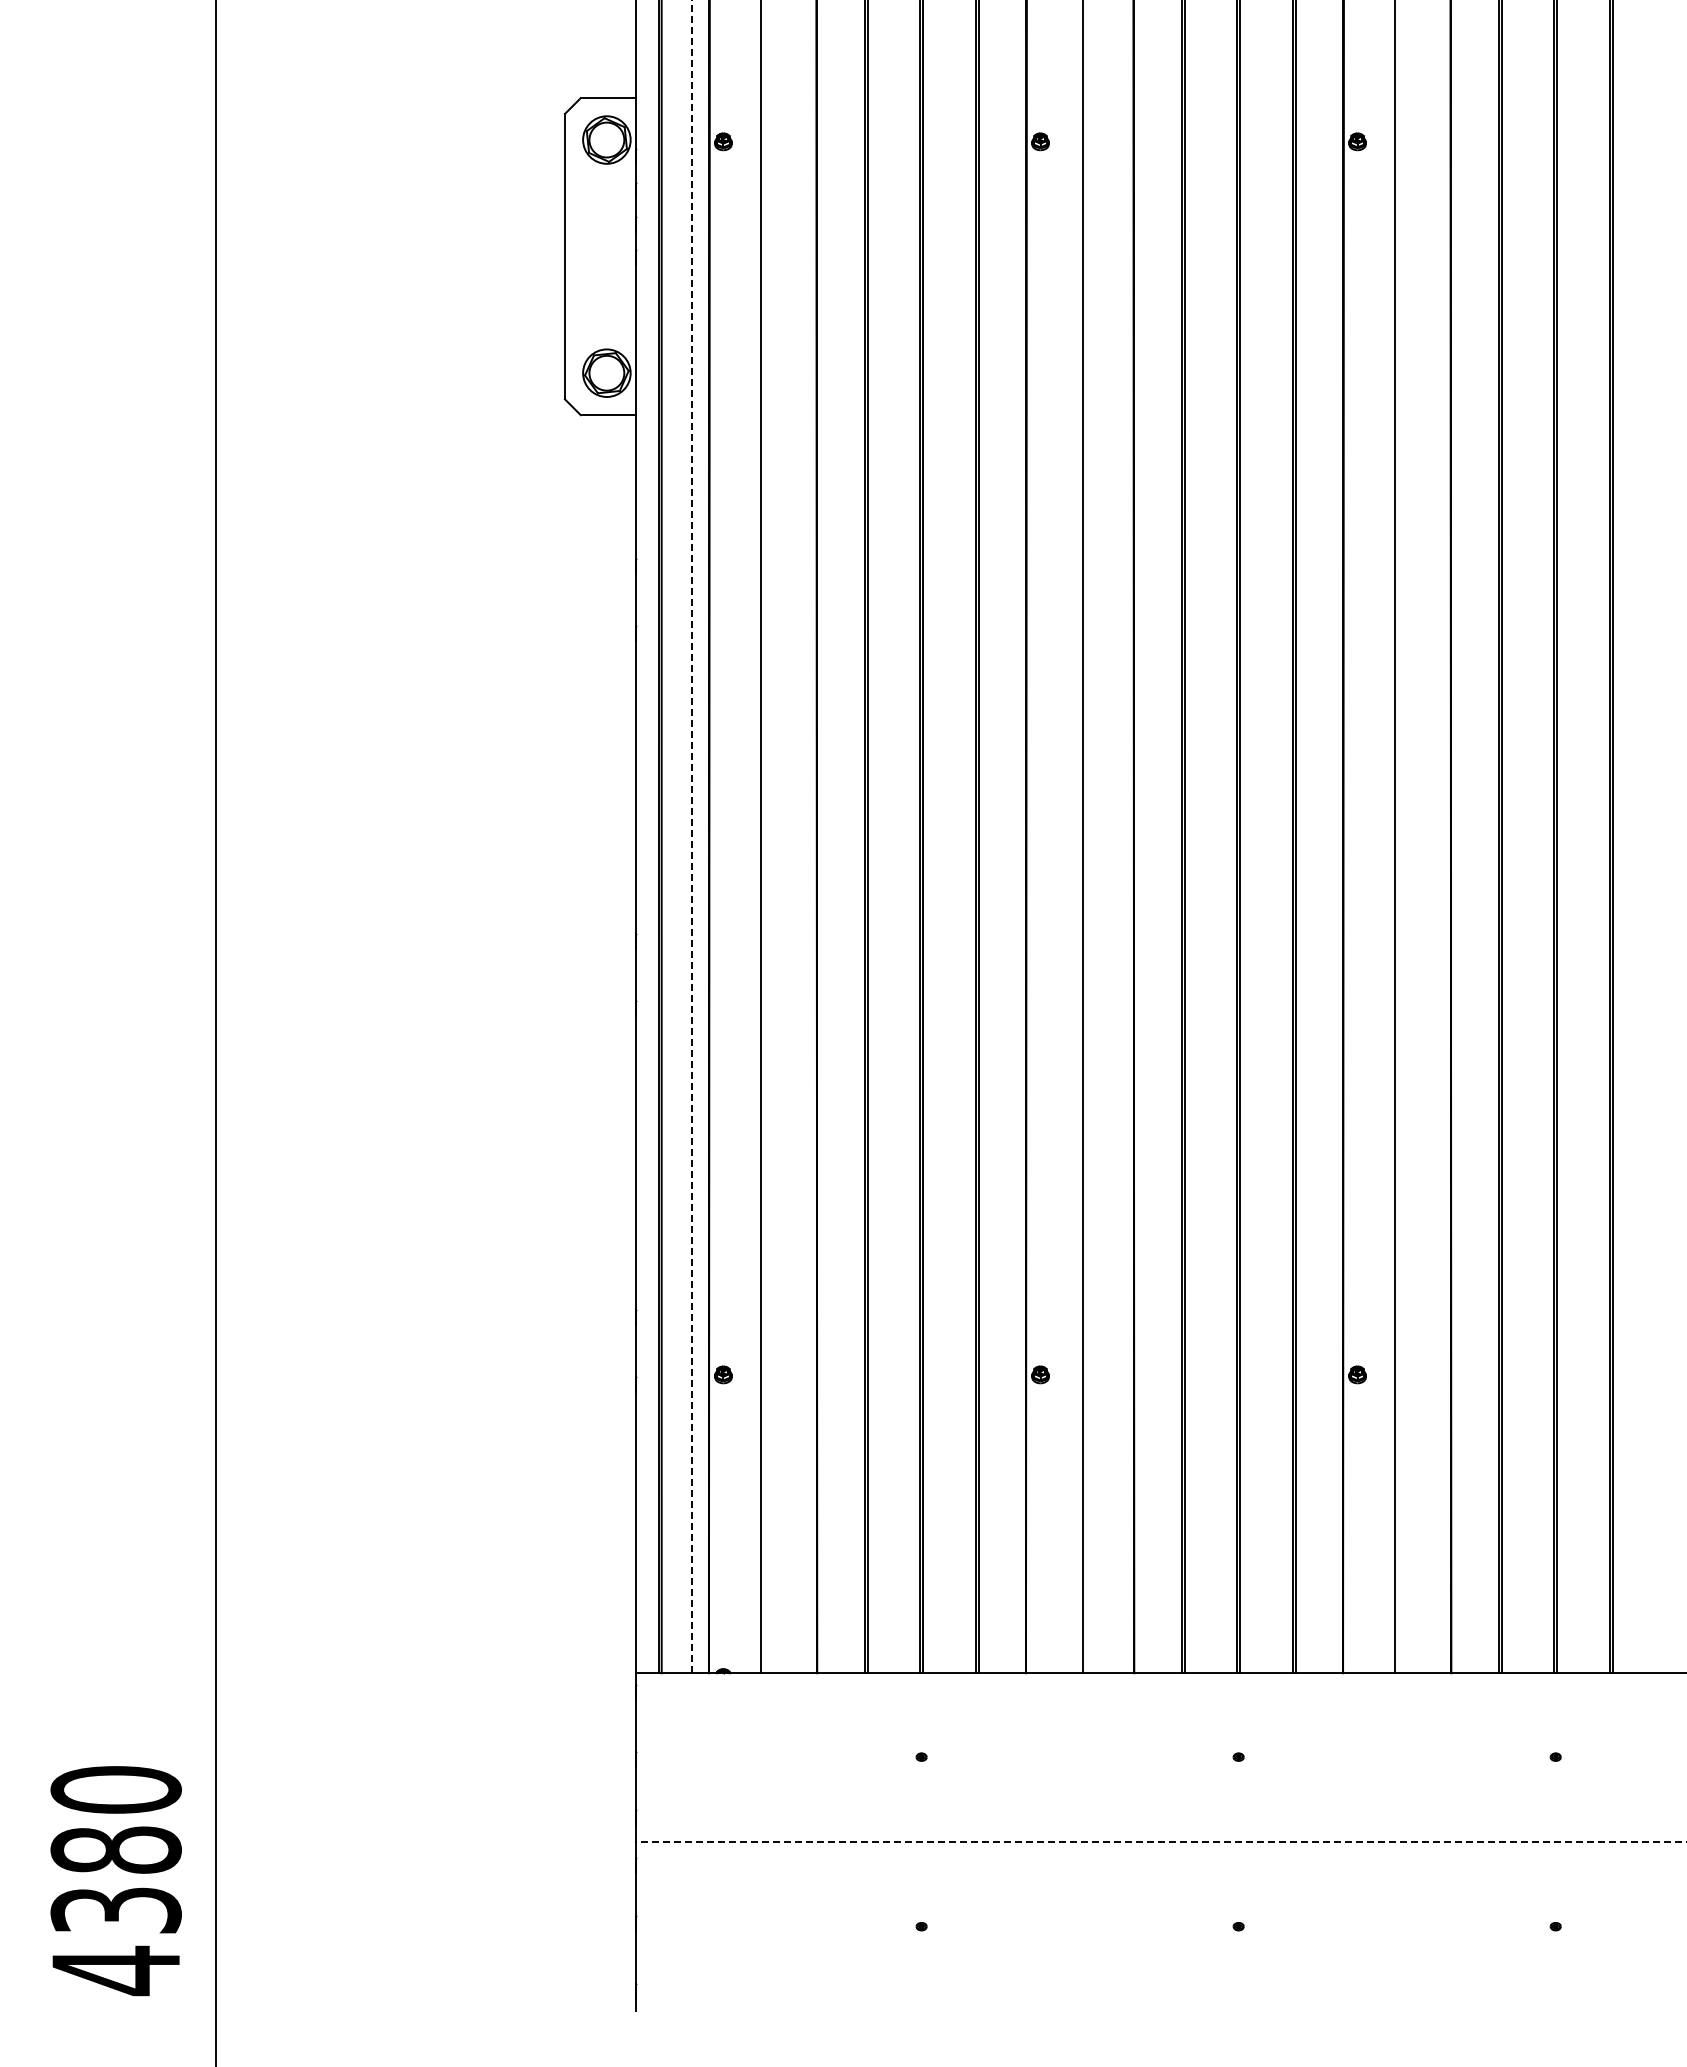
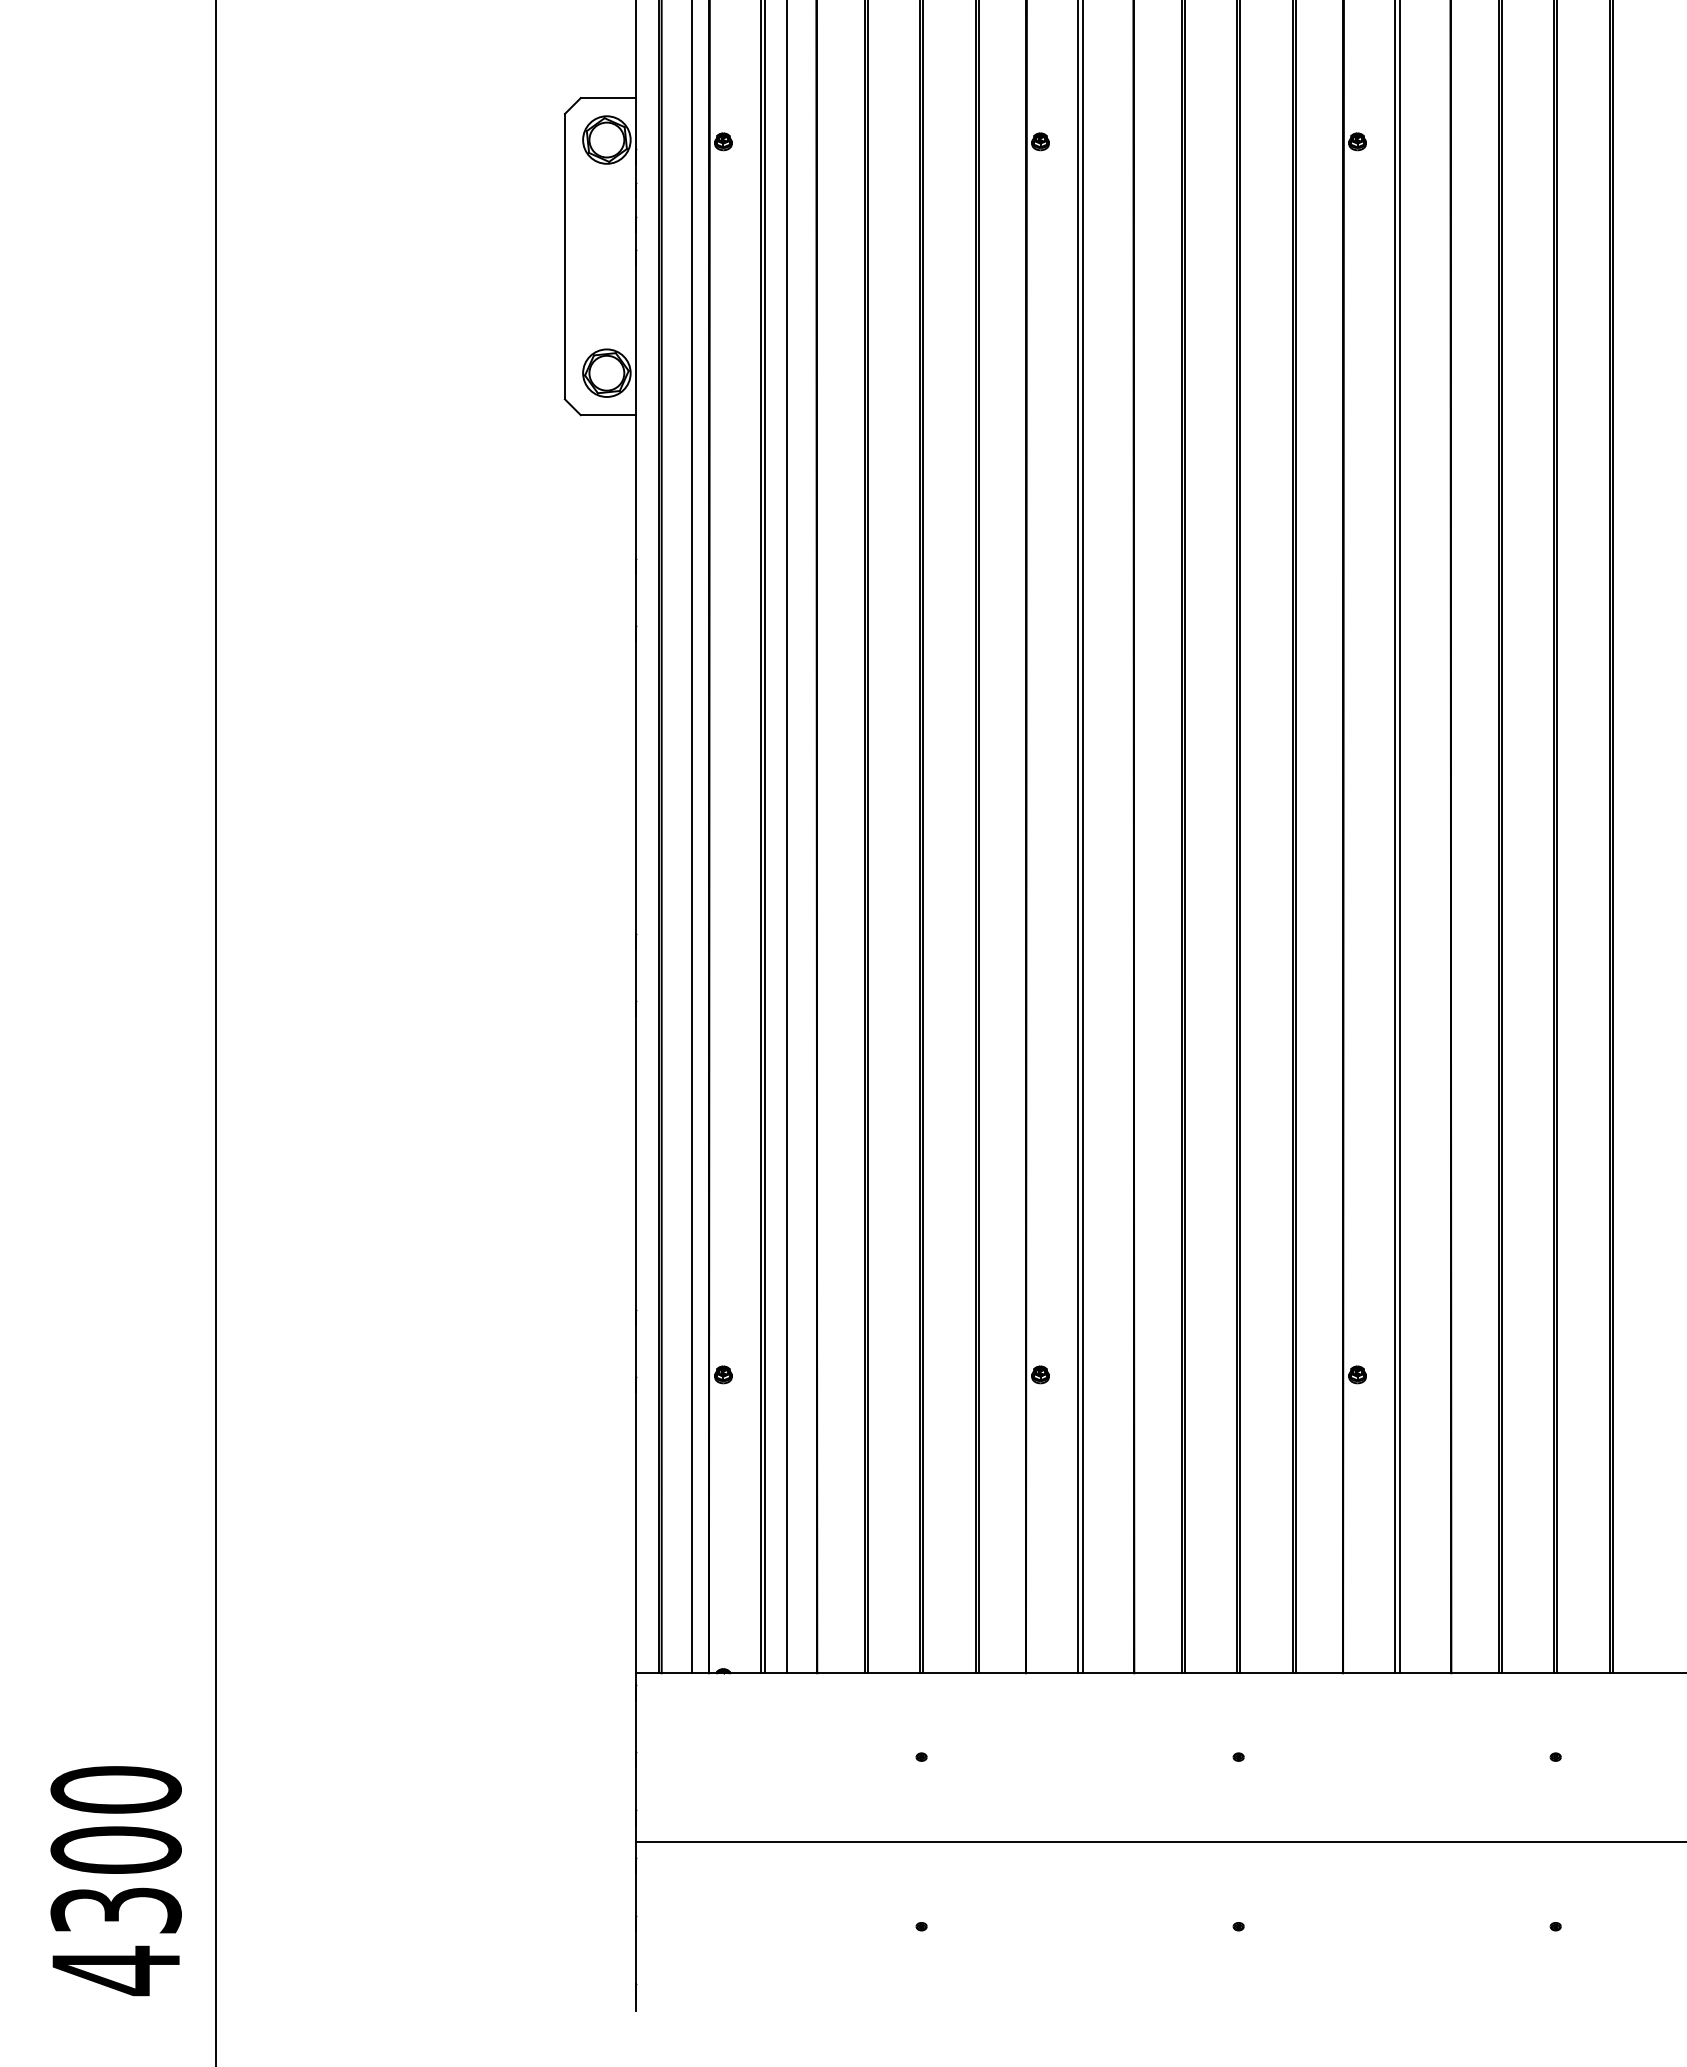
line at (692, 837): dashed -> solid
line at (765, 837): none -> present
line at (786, 837): none -> present
line at (1077, 837): none -> present
line at (1399, 837): none -> present
line at (1161, 1841): dashed -> solid
text at (115, 1849): 4380 -> 4300
